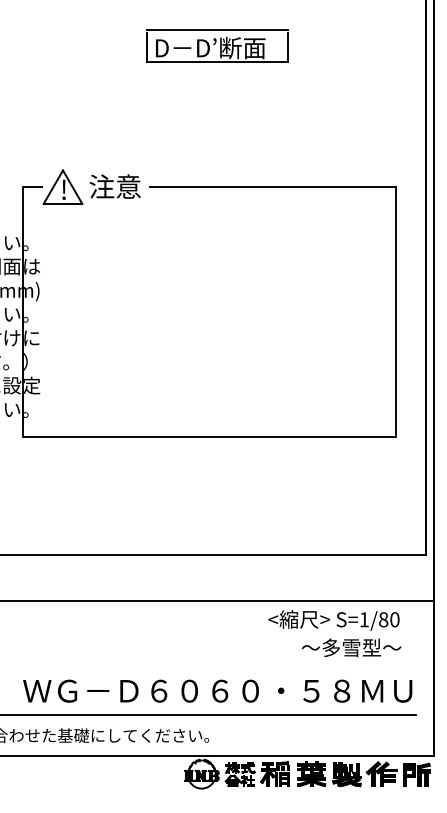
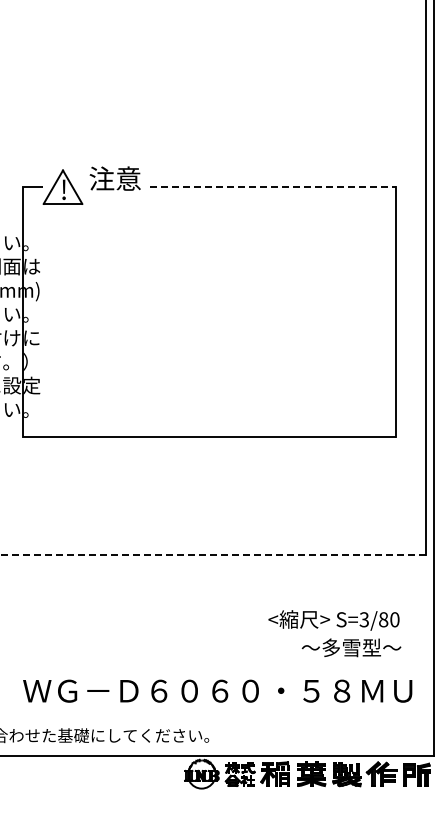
part at (217, 45): present -> none
text at (114, 186) position: (114, 186) -> (114, 178)
line at (272, 187): solid -> dashed
line at (212, 555): solid -> dashed
line at (217, 601): present -> none
text at (363, 619): S=1/80 -> S=3/80
line at (208, 714): present -> none
